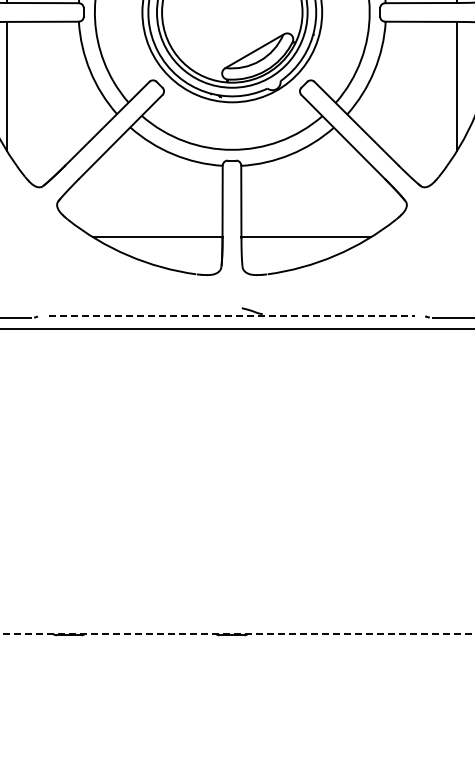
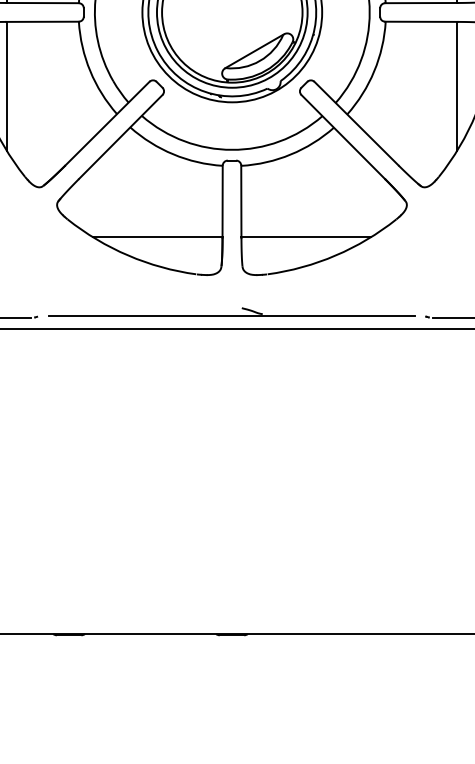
line at (232, 316): dashed -> solid
line at (237, 634): dashed -> solid
